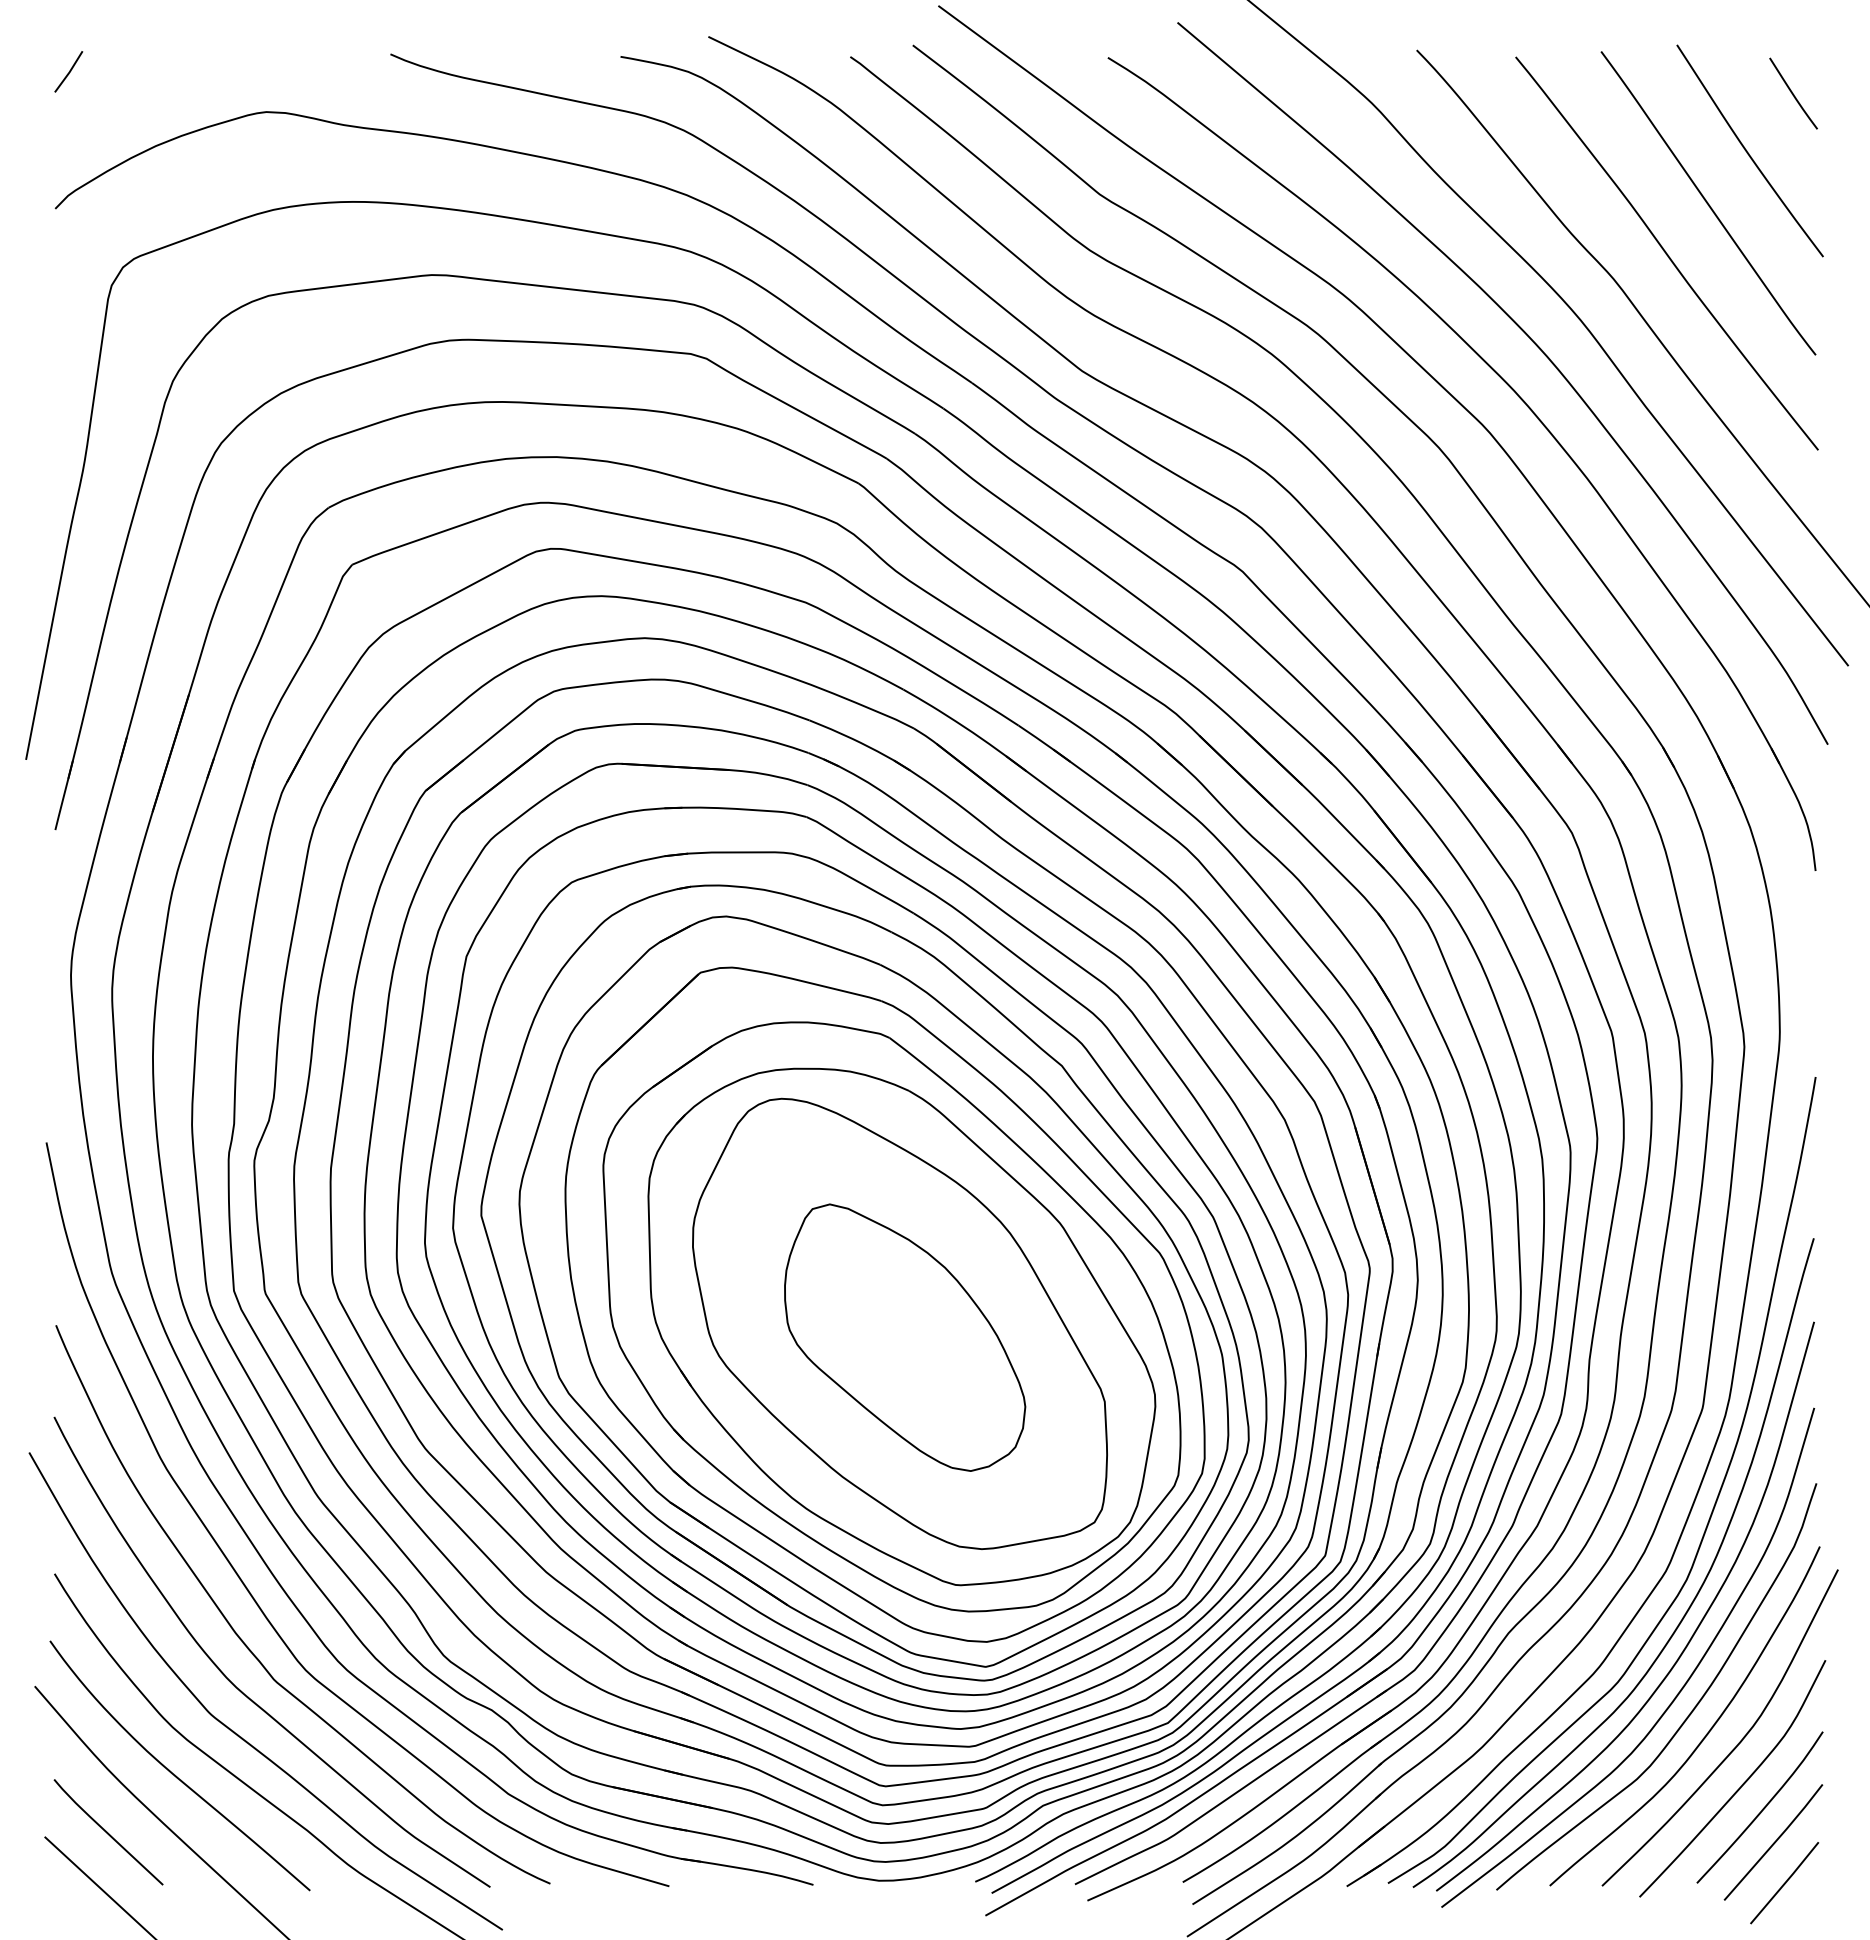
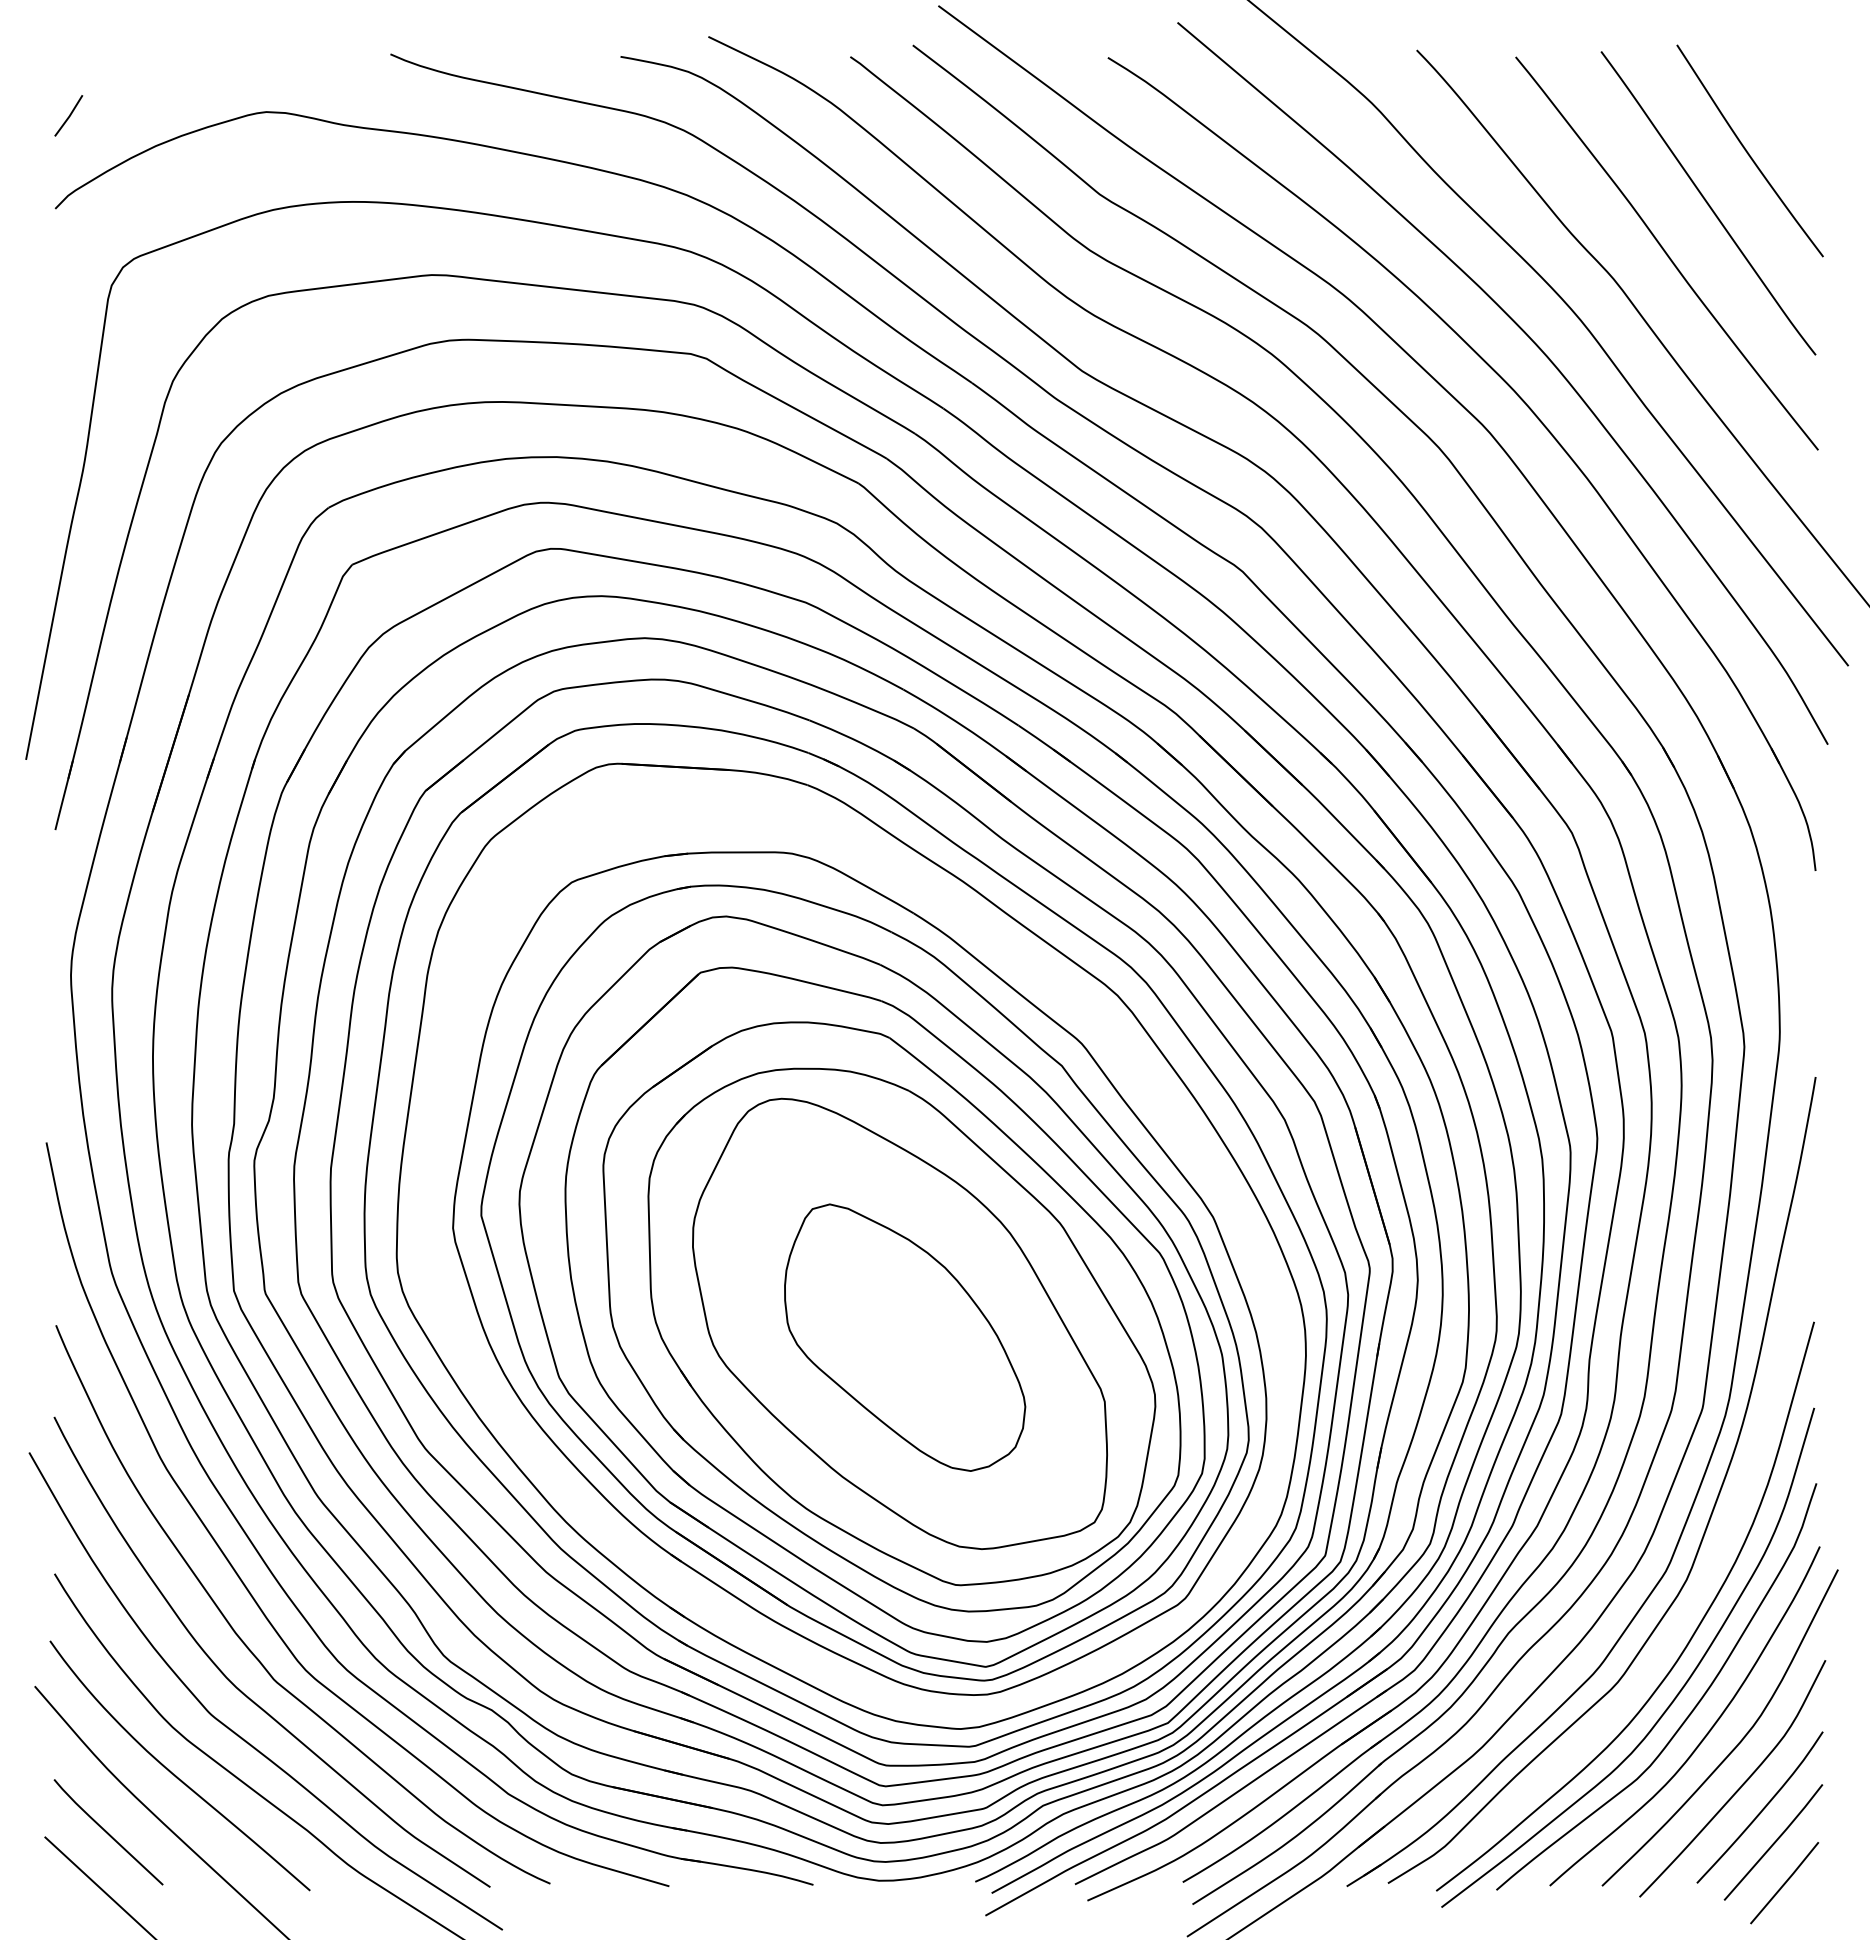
line at (69, 71) position: (69, 71) -> (69, 115)
curve at (1793, 93): present -> none
part at (855, 1259): present -> none
curve at (1689, 1605): present -> none
